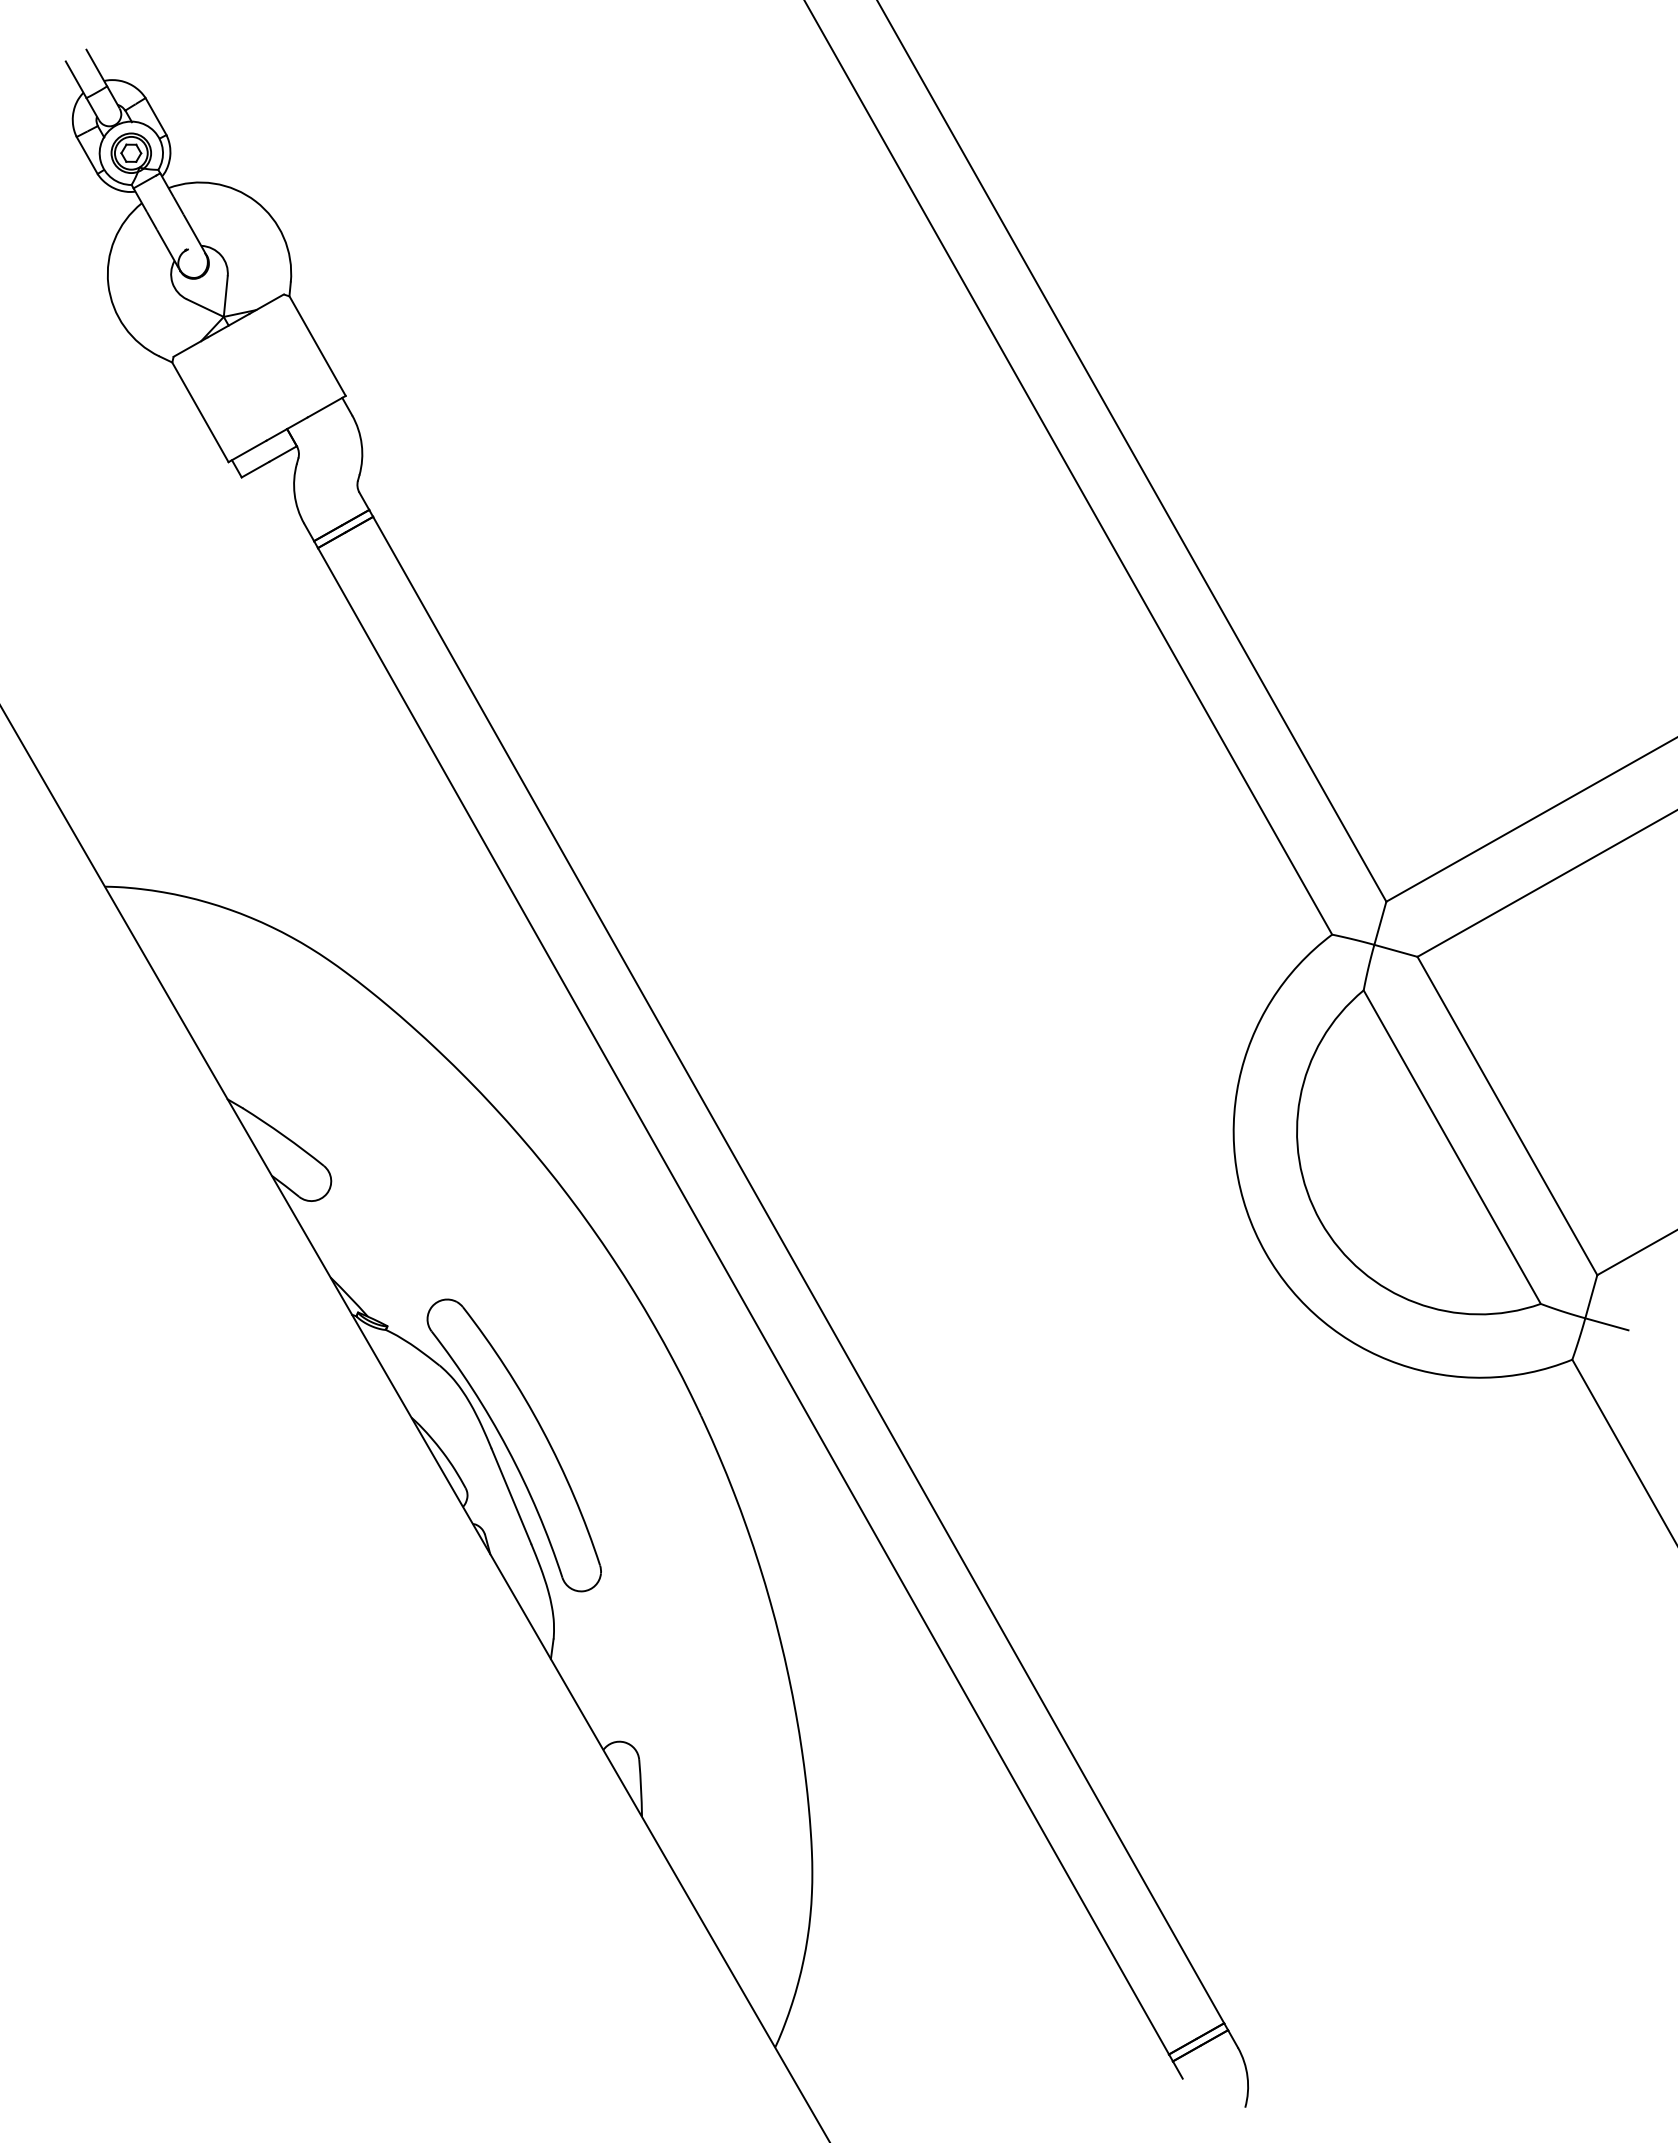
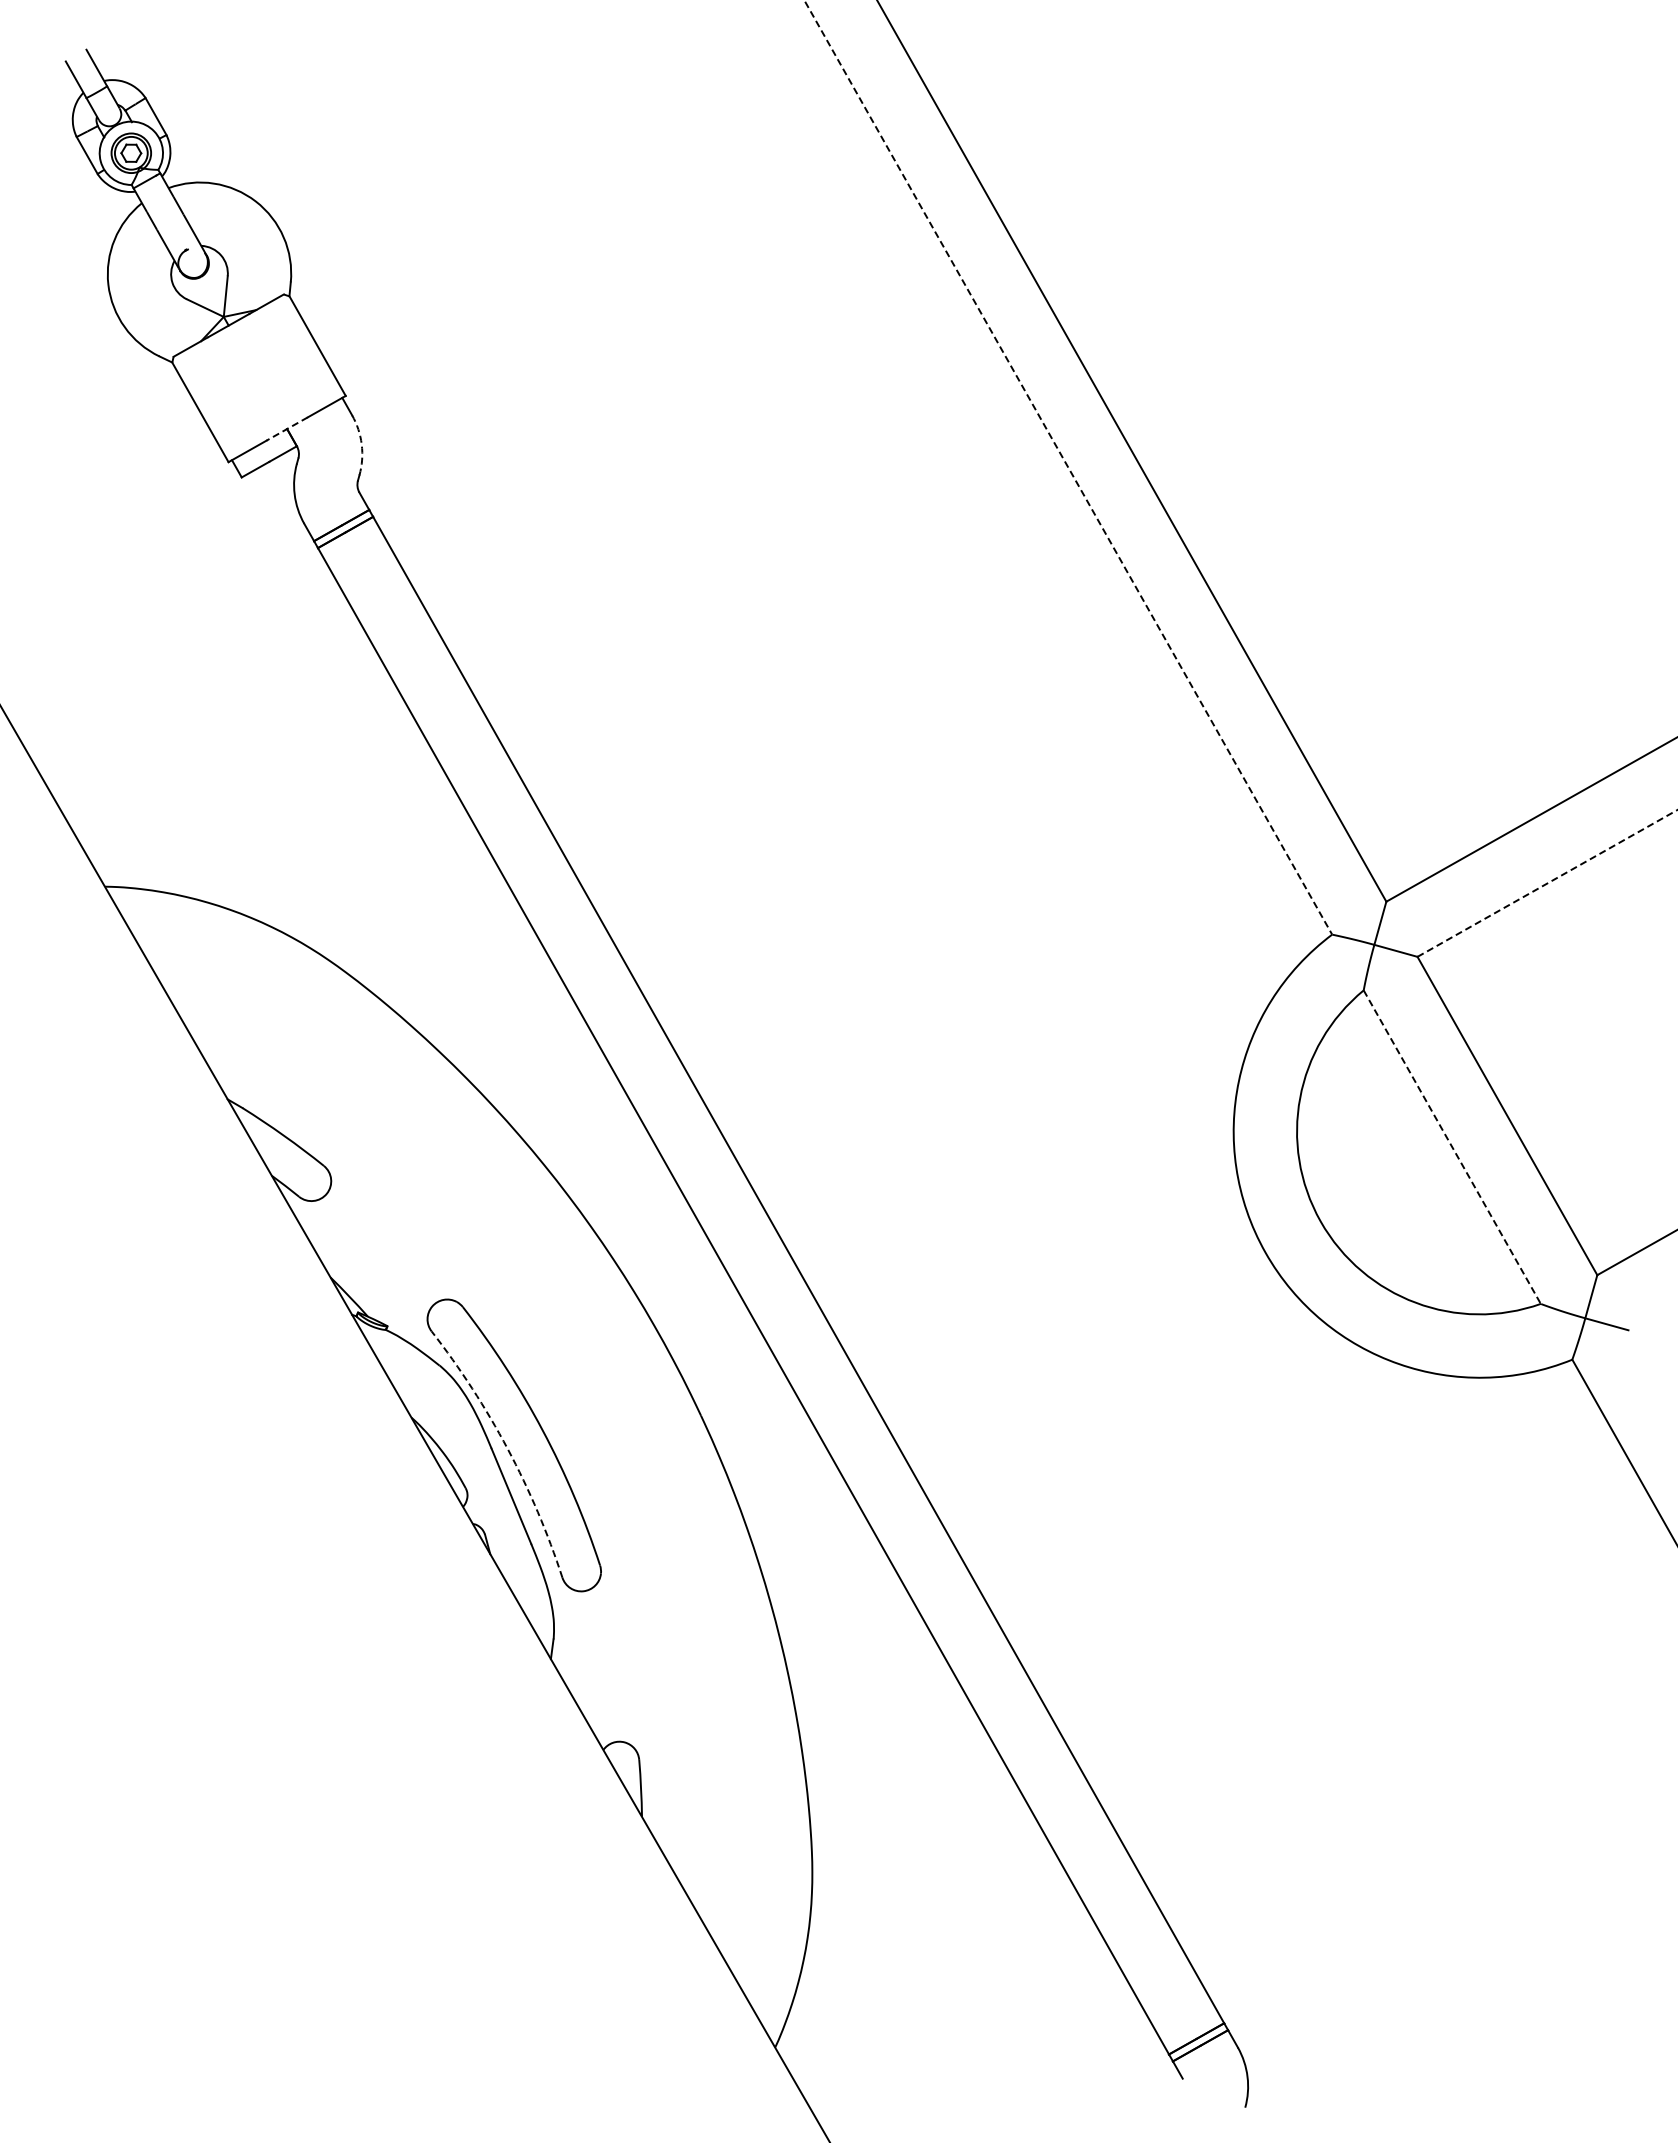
line at (287, 429): solid -> dashed
arc at (361, 444): solid -> dashed
line at (1068, 468): solid -> dashed
line at (1547, 883): solid -> dashed
line at (1452, 1147): solid -> dashed
arc at (507, 1448): solid -> dashed
